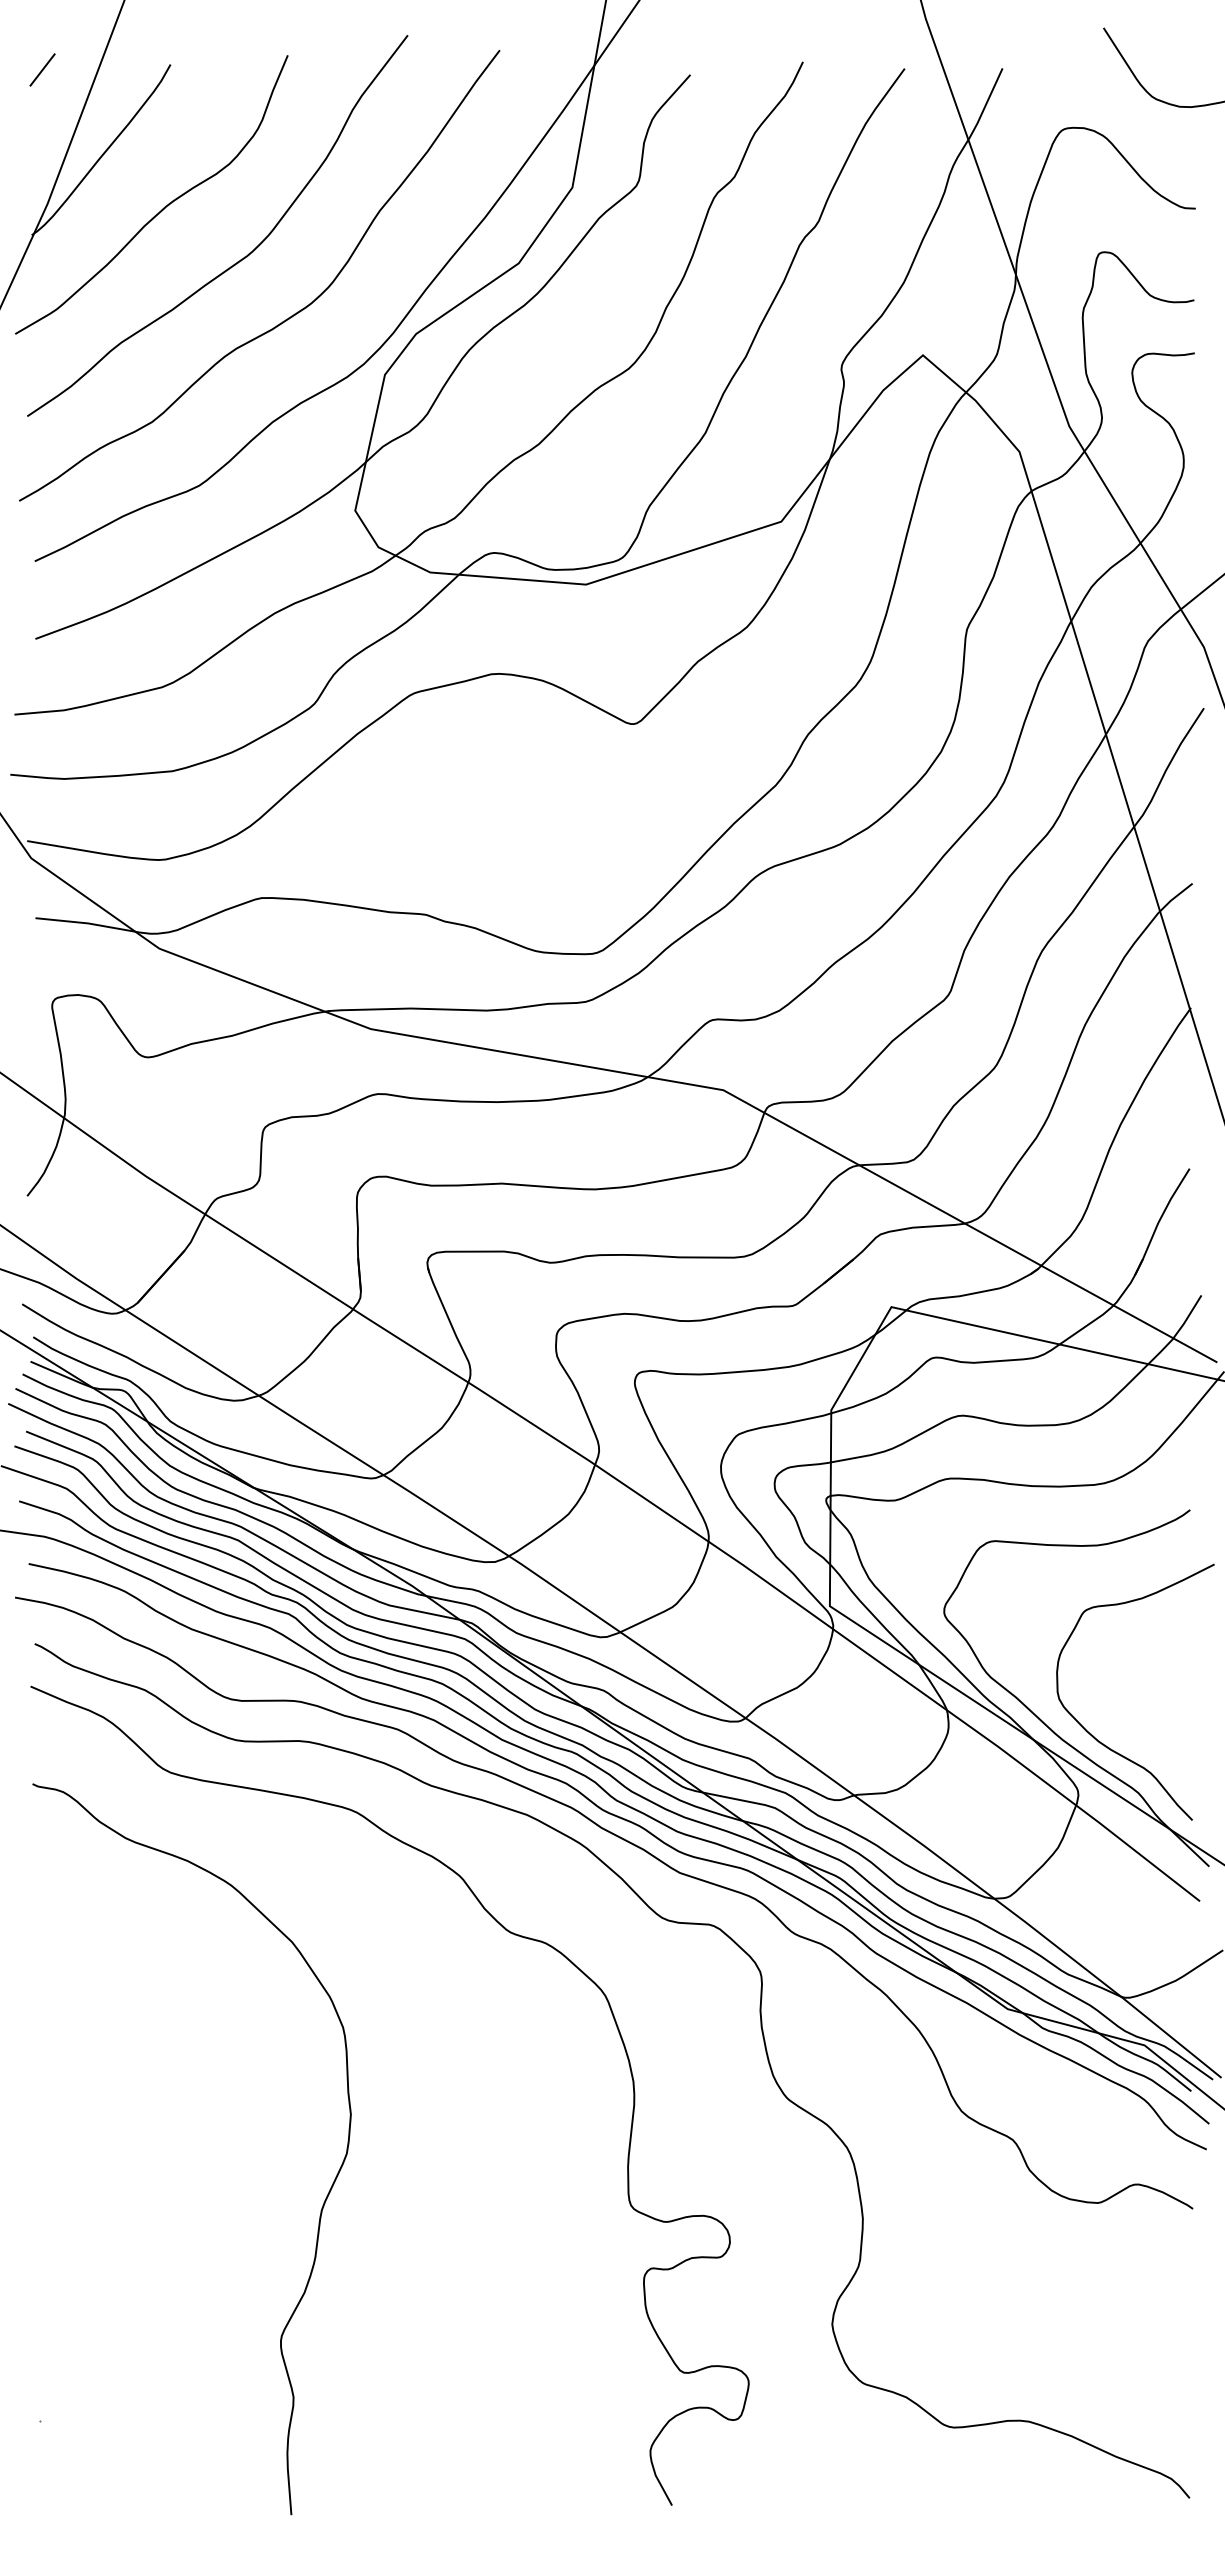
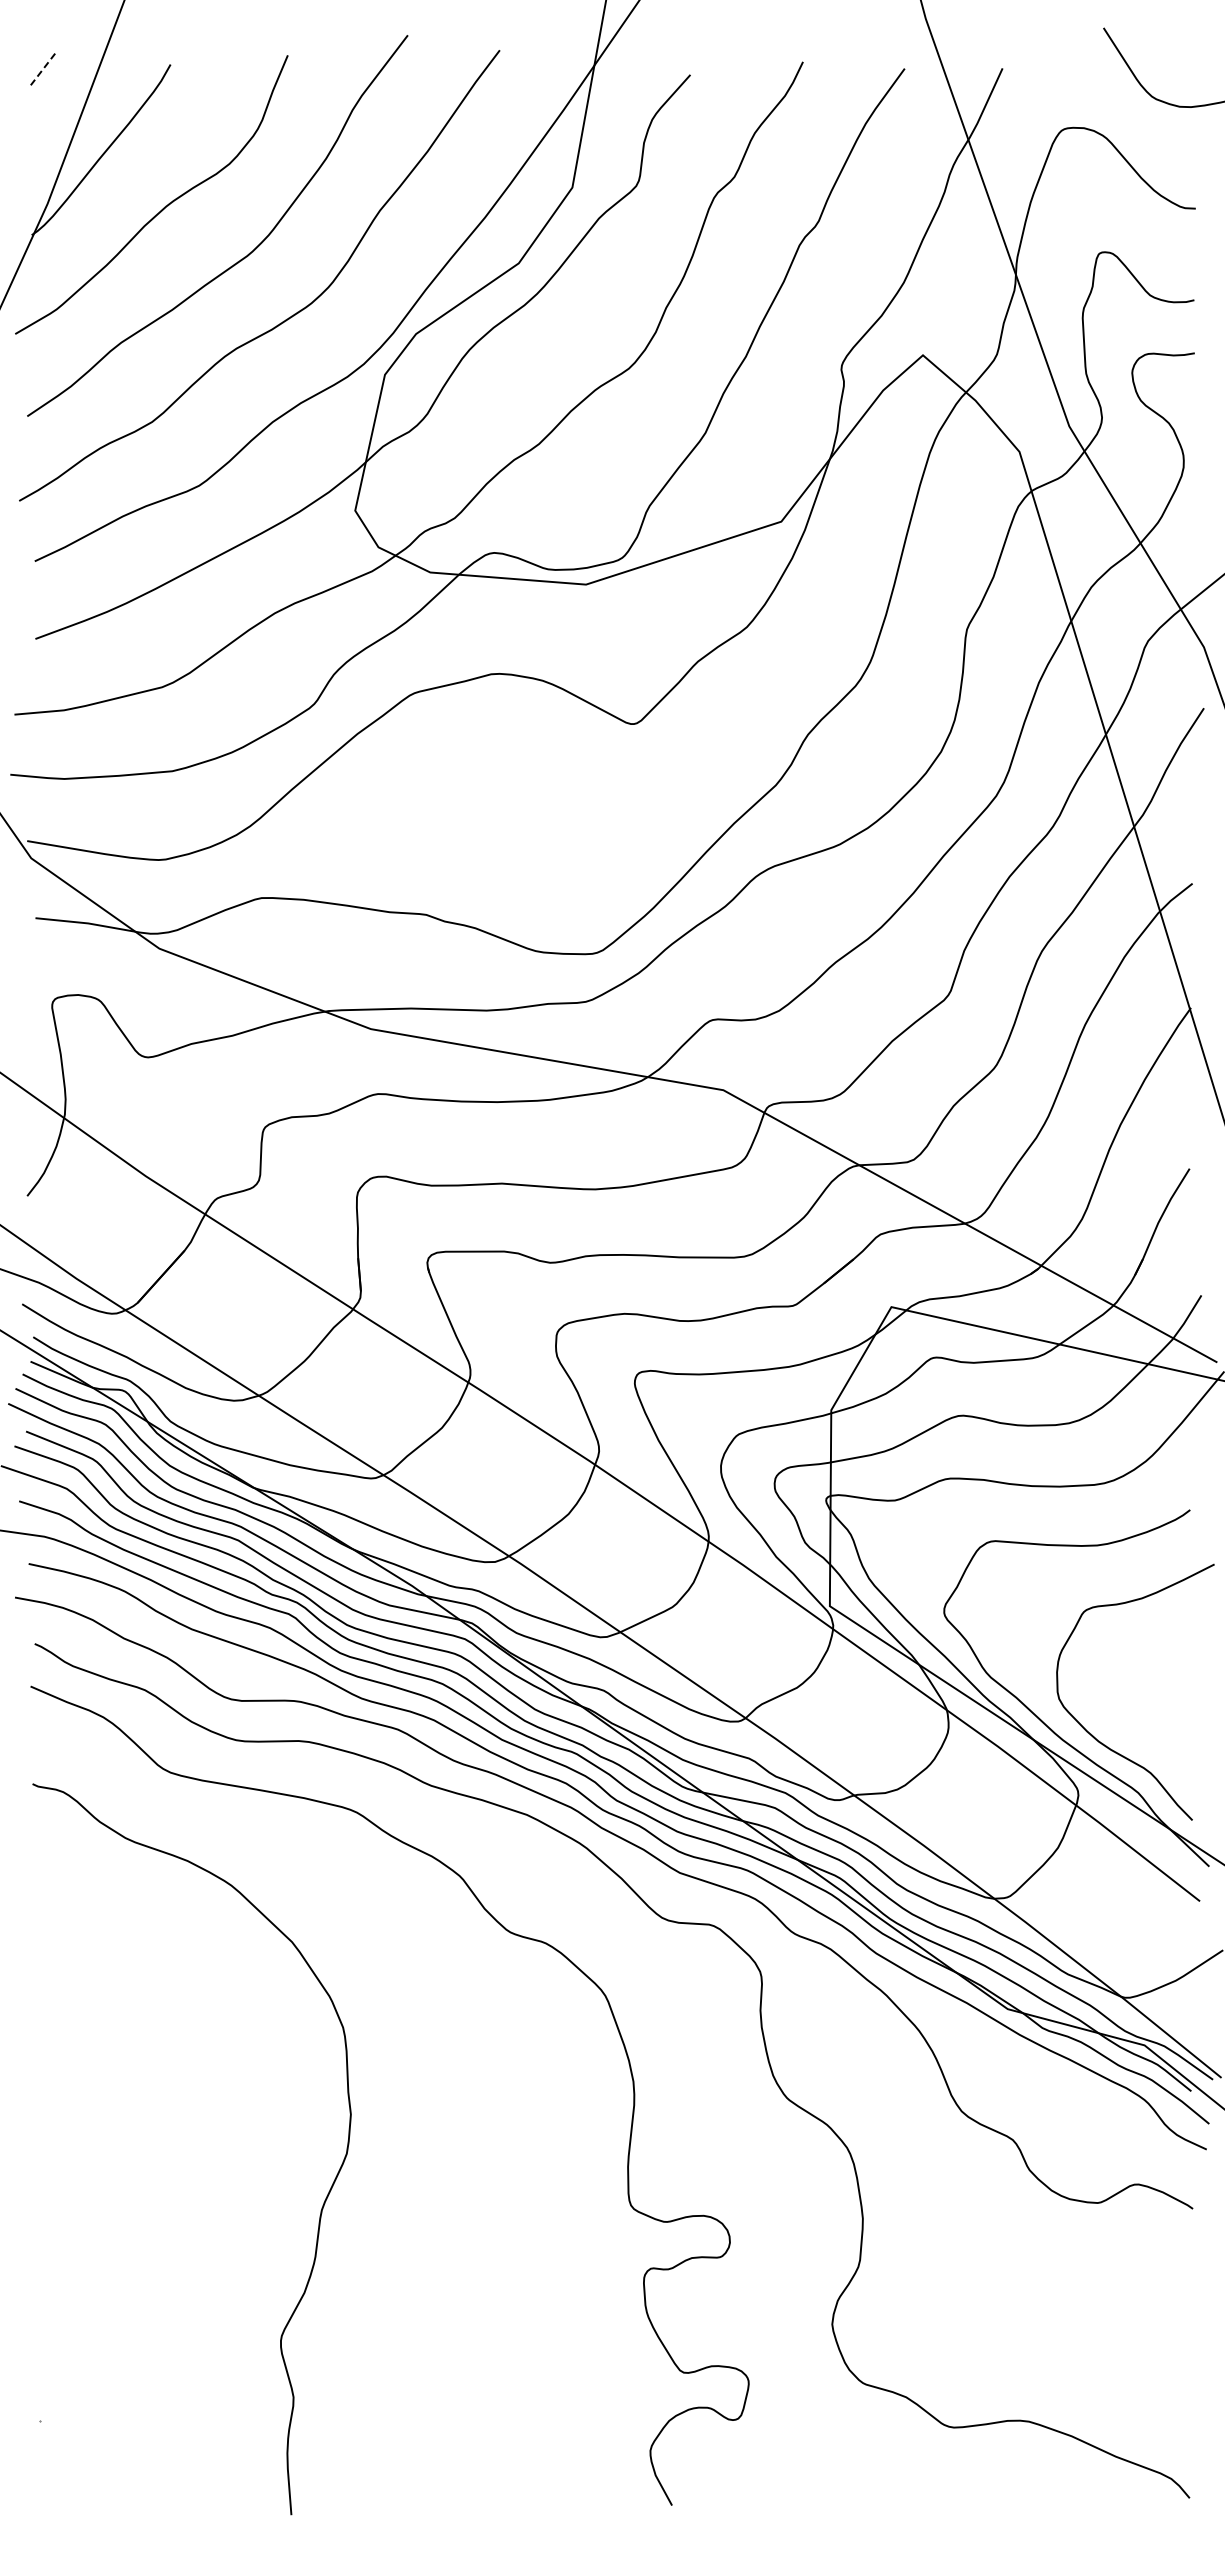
line at (42, 69): solid -> dashed
